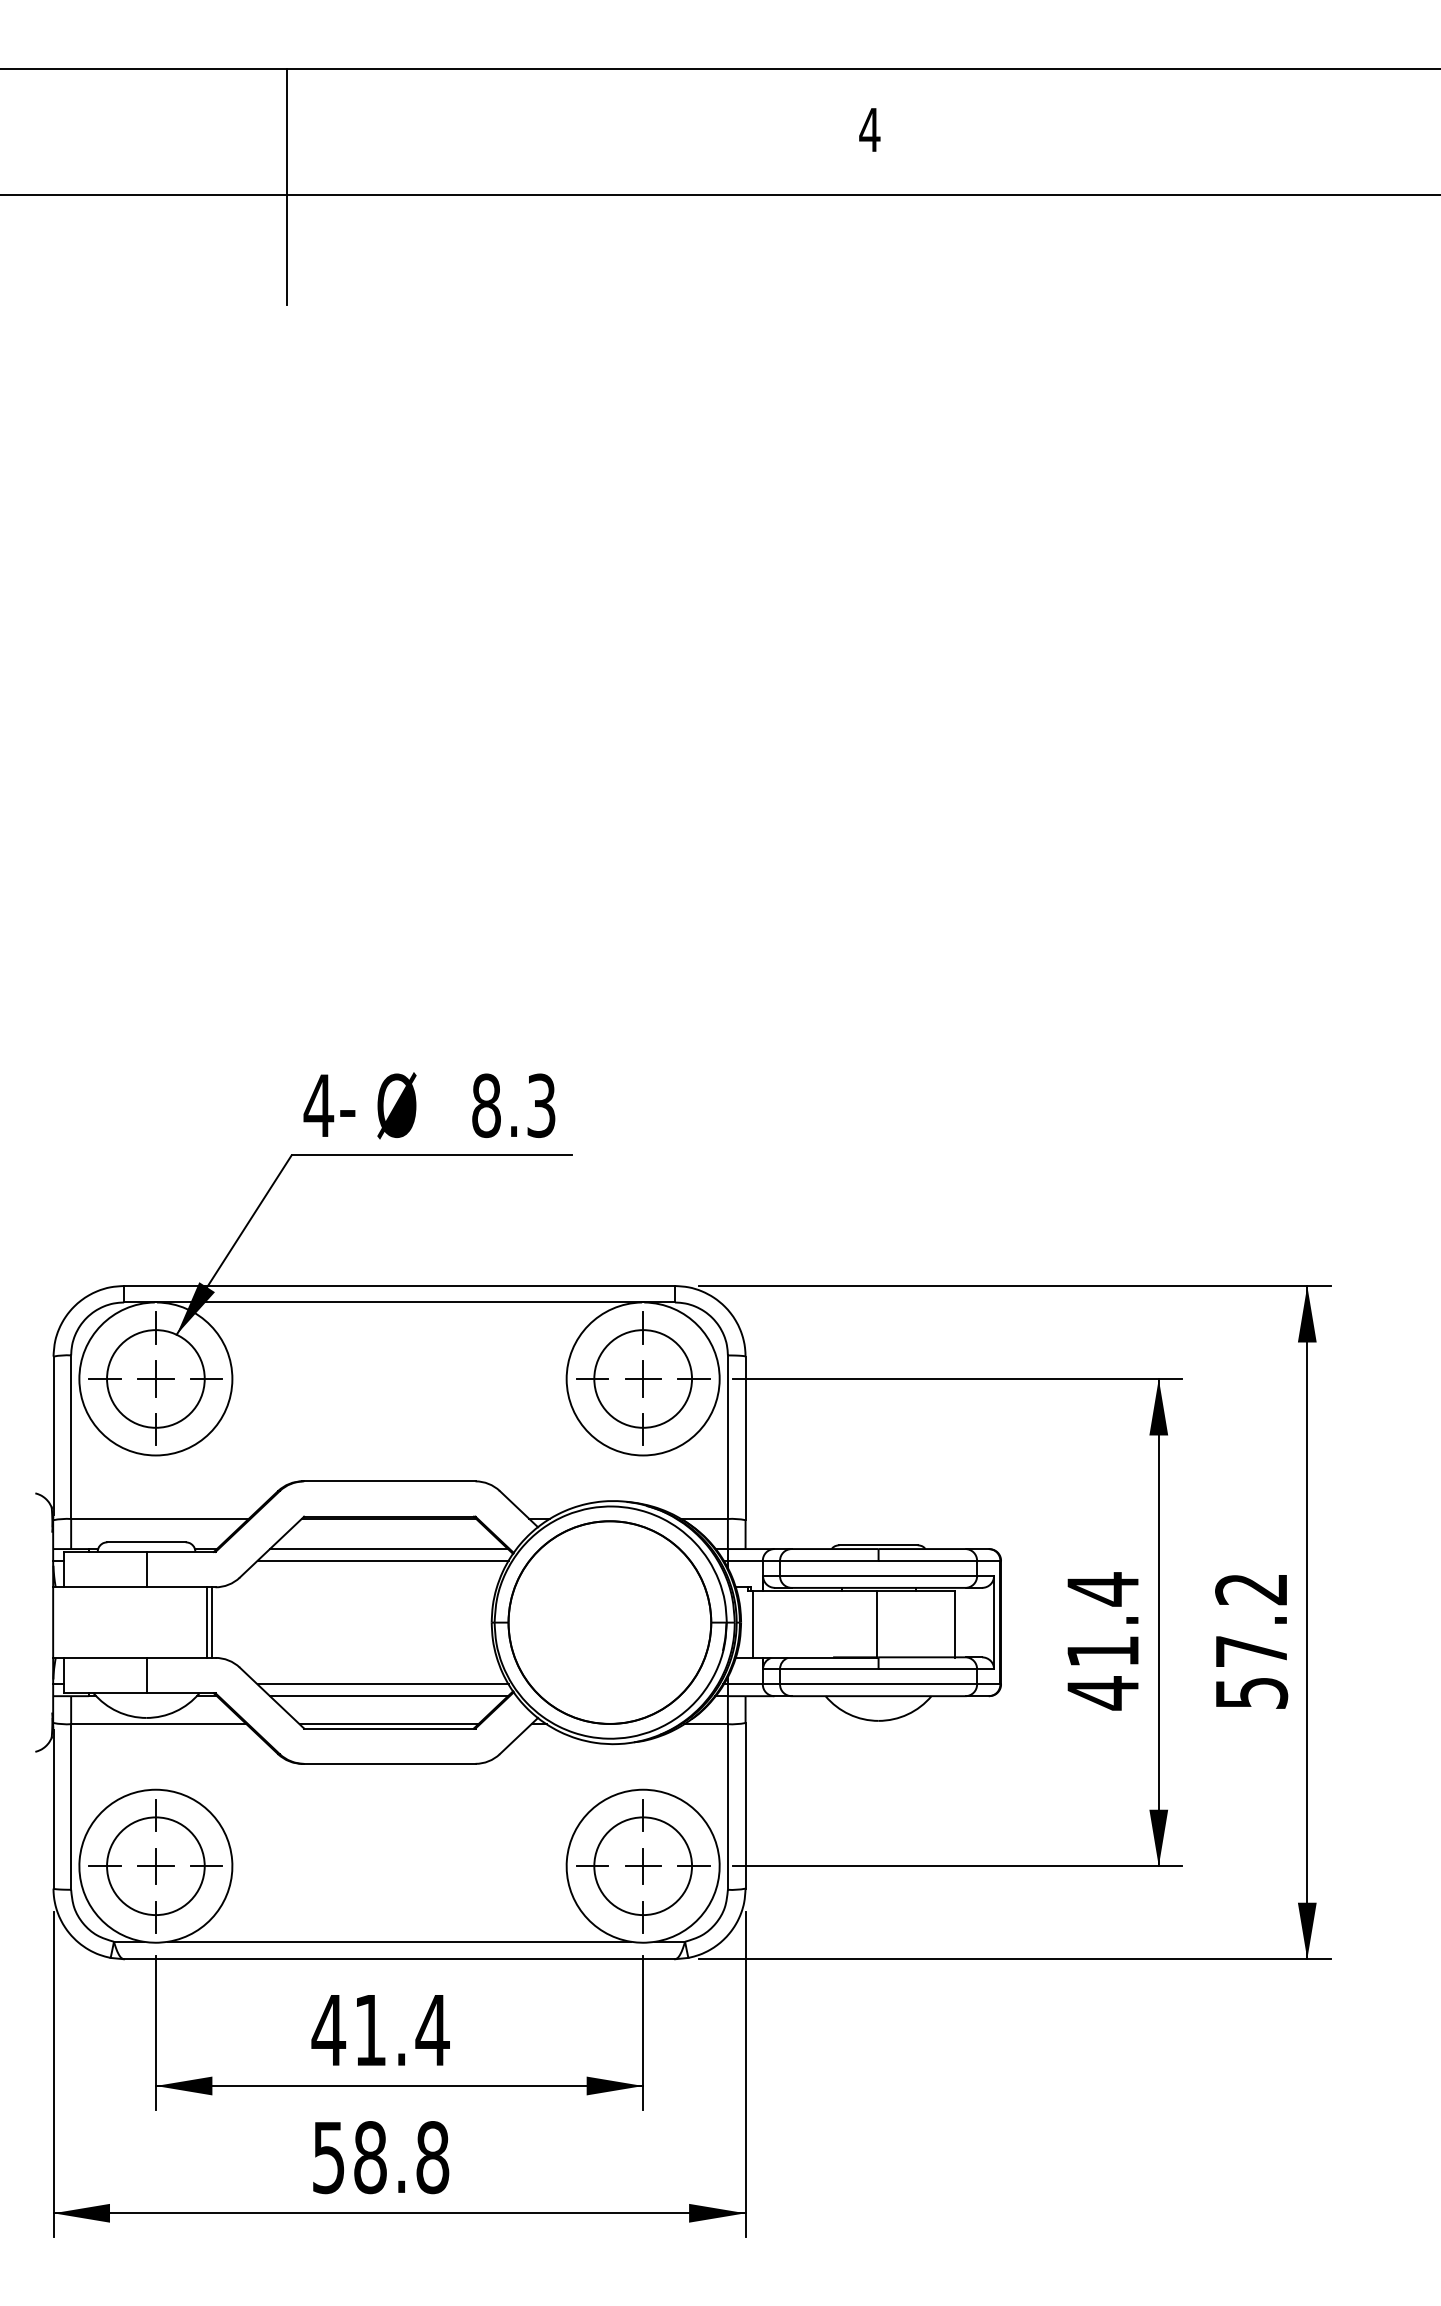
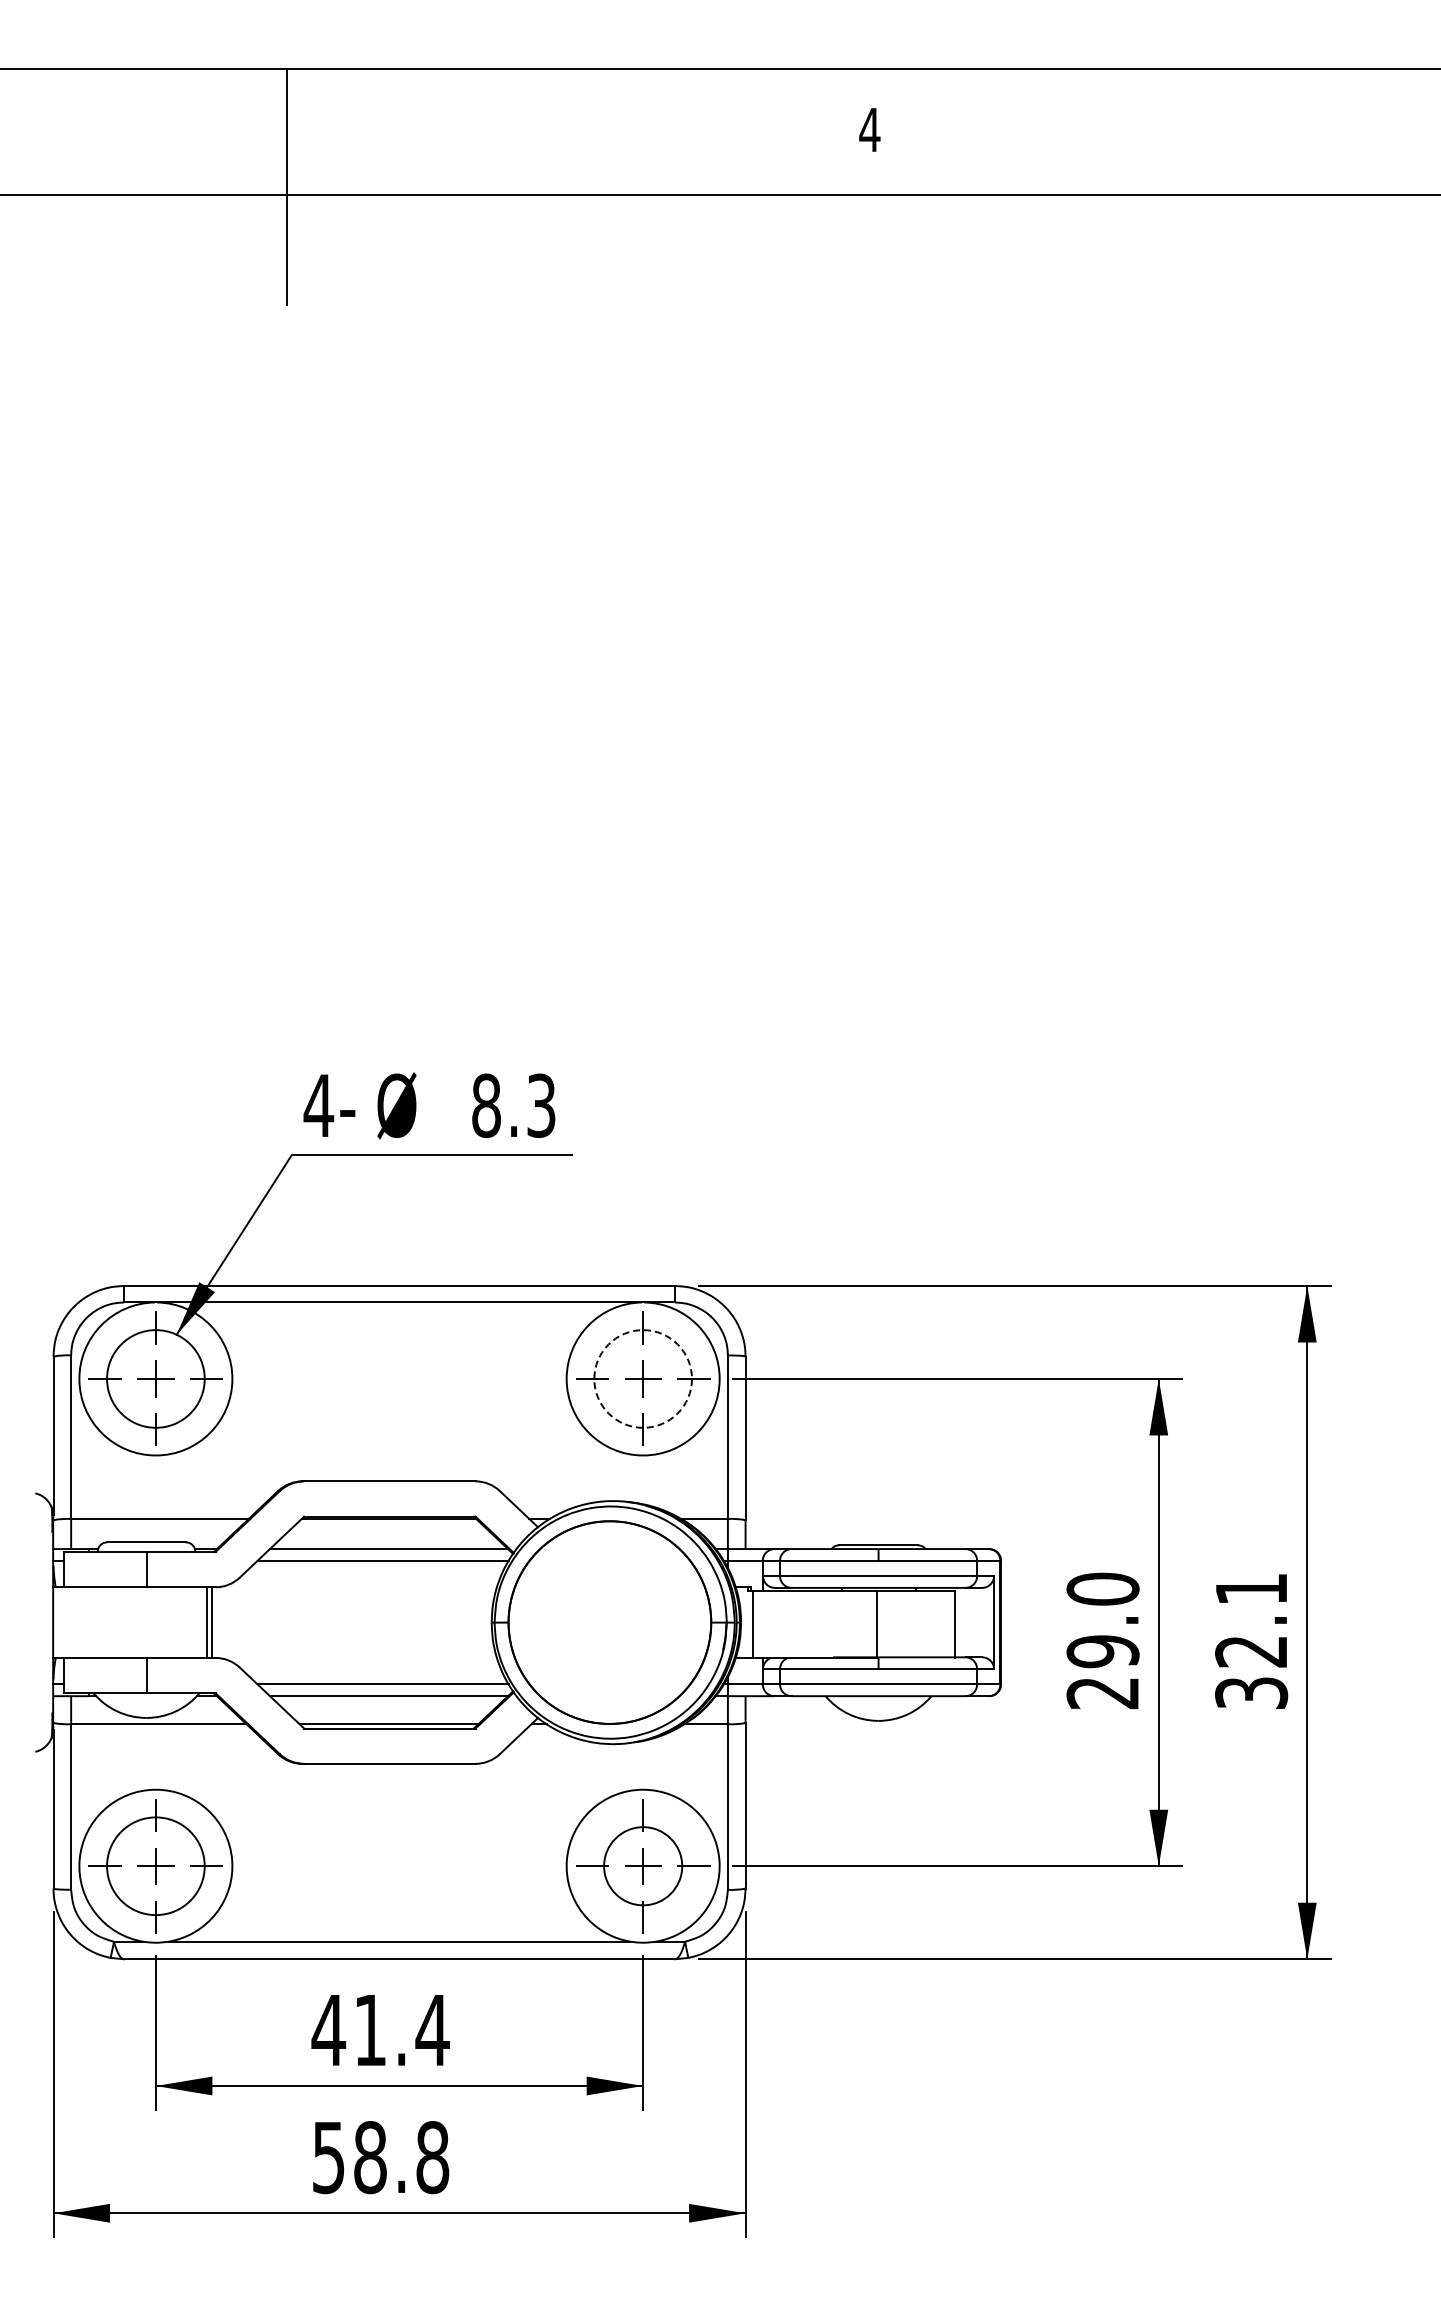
circle at (643, 1378): solid -> dashed
text at (1102, 1641): 41.4 -> 29.0
text at (1251, 1641): 57.2 -> 32.1
circle at (643, 1866) diameter: 98 px -> 78 px
